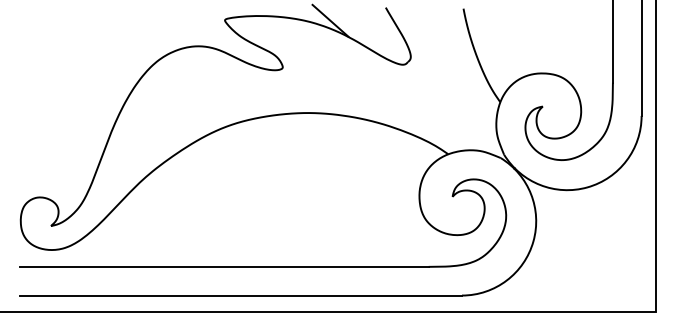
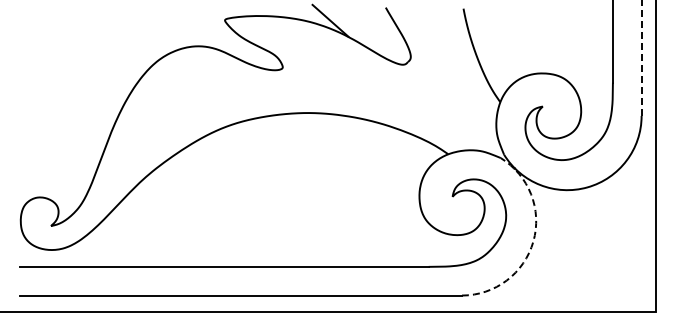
line at (641, 57): solid -> dashed
arc at (533, 241): solid -> dashed
